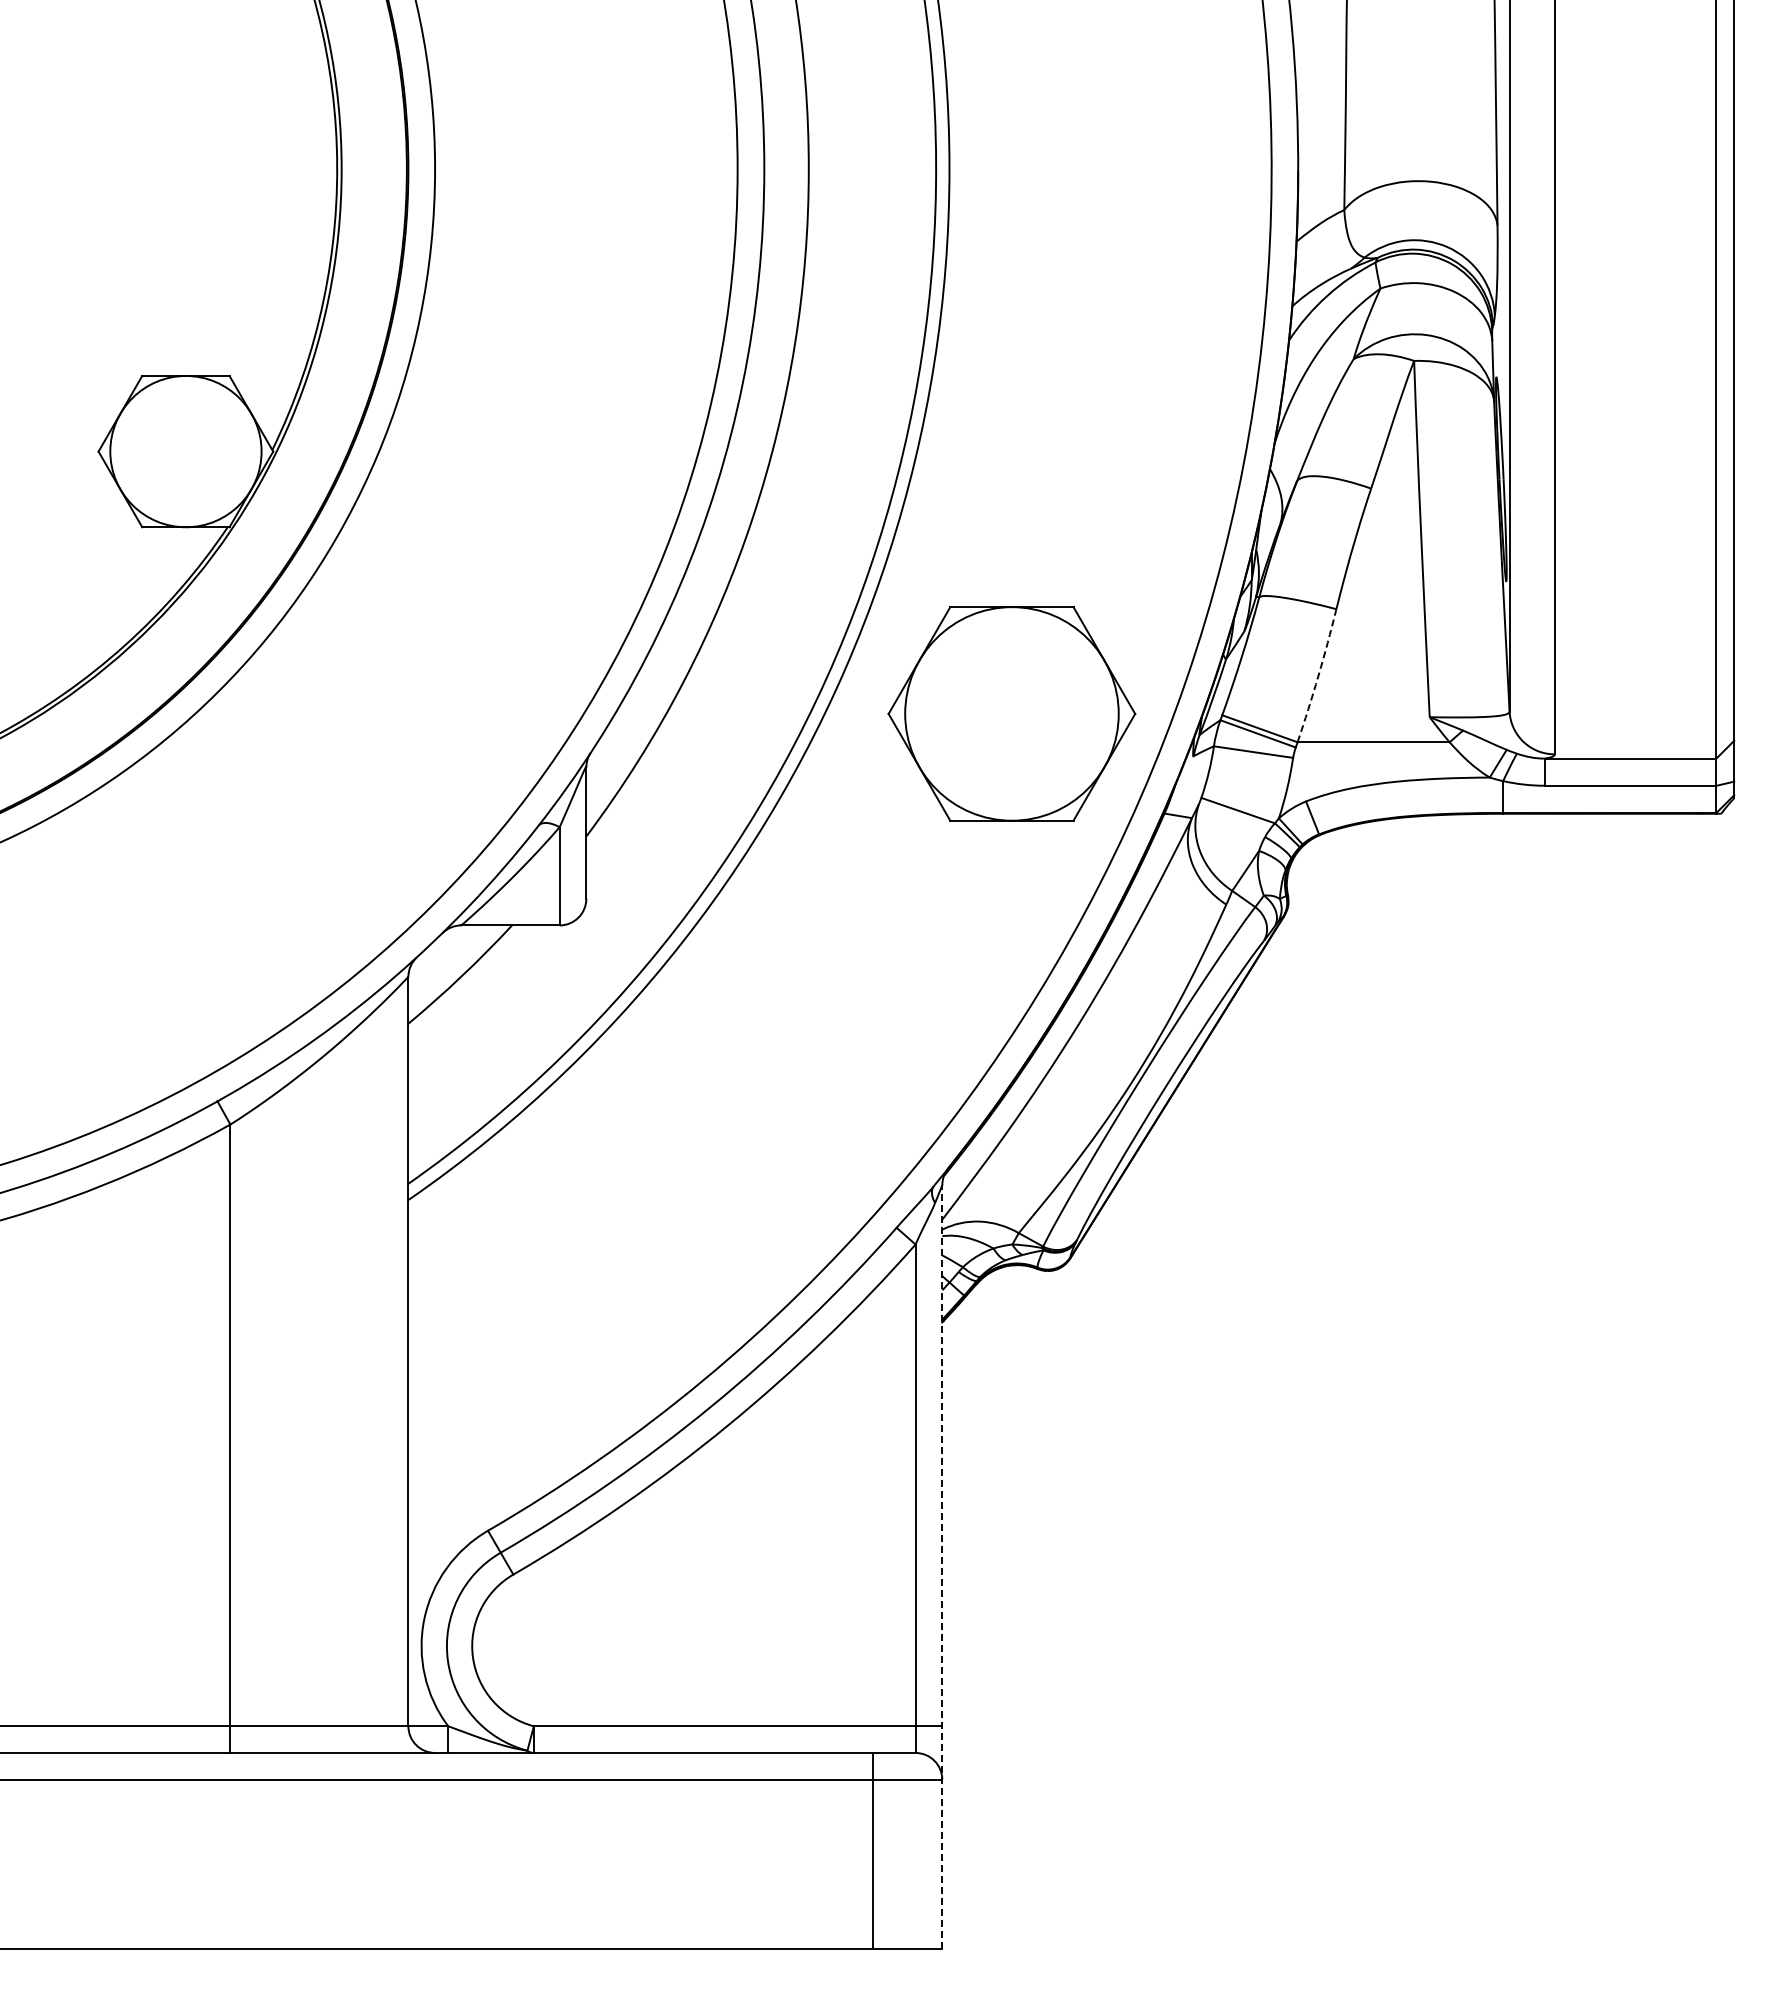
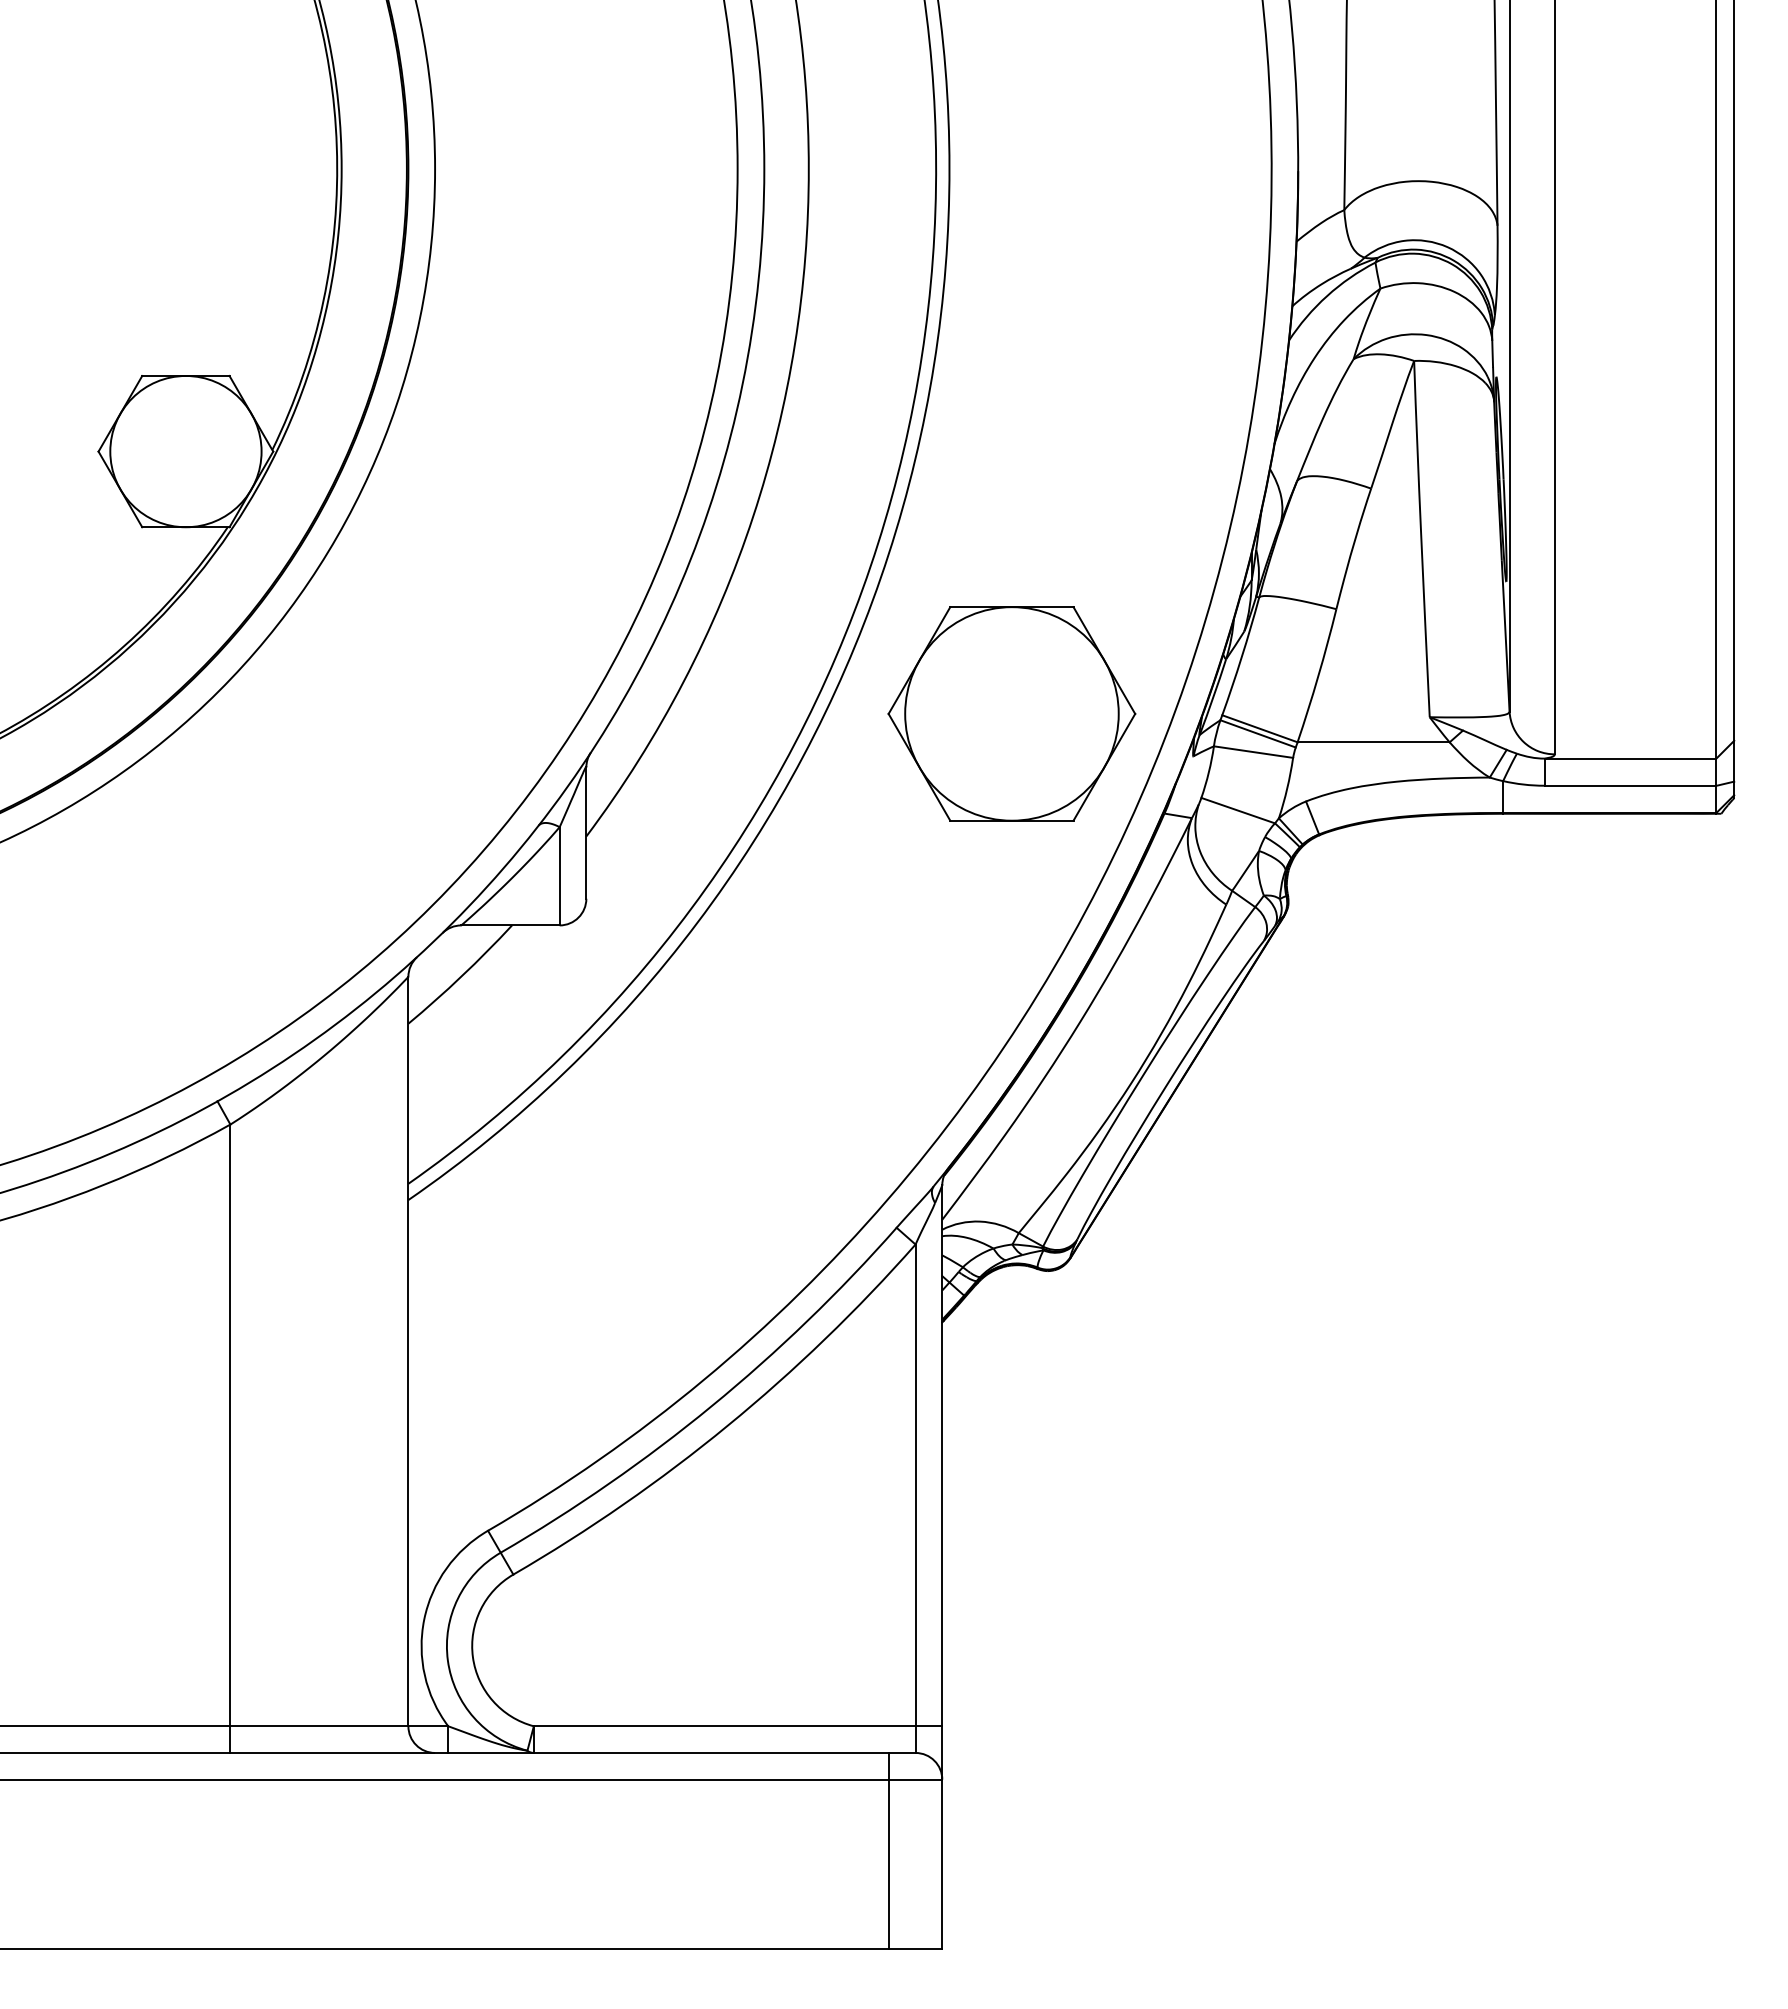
arc at (1318, 676): dashed -> solid
line at (942, 1567): dashed -> solid
line at (872, 1850) position: (872, 1850) -> (888, 1850)
